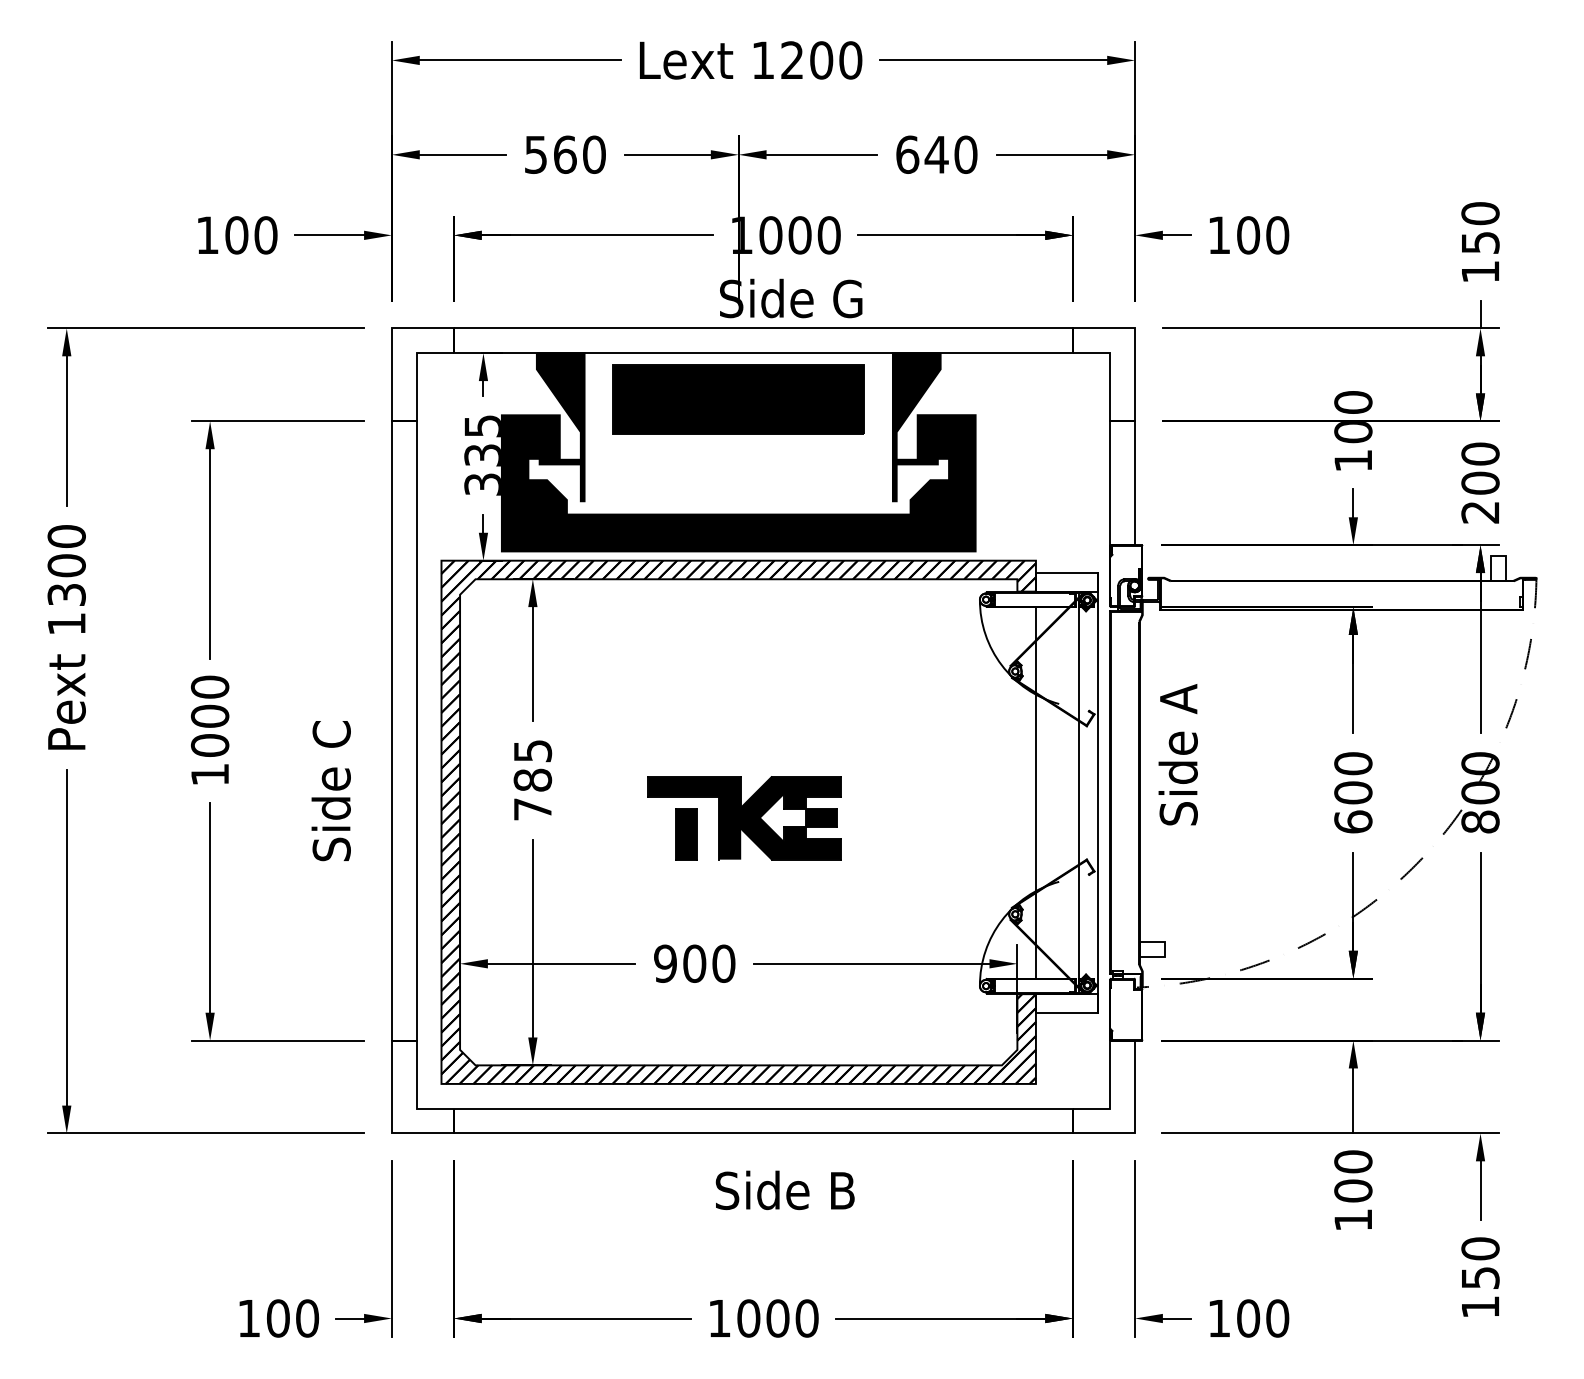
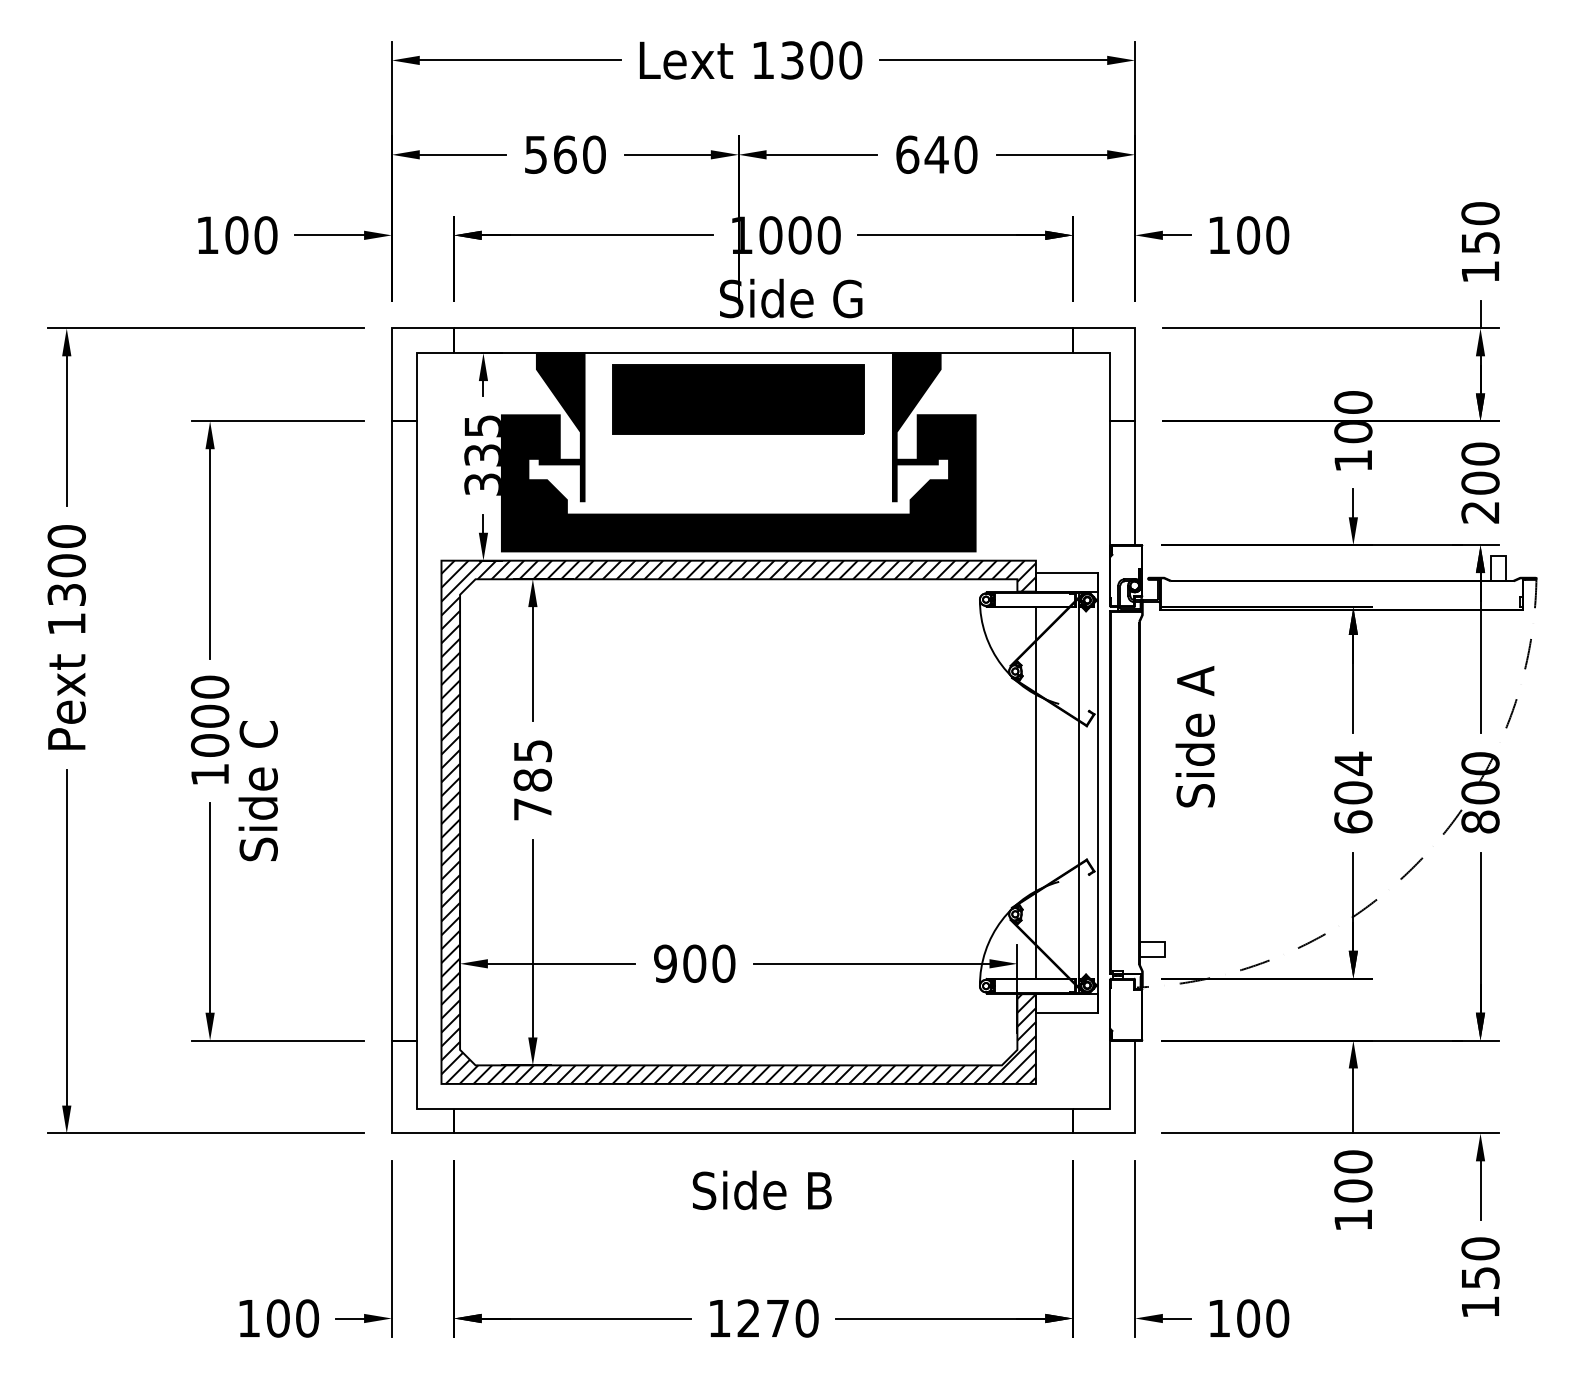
text at (792, 60): 1200 -> 1300
text at (1177, 754) position: (1177, 754) -> (1194, 736)
text at (1353, 763): 600 -> 604
text at (330, 791) position: (330, 791) -> (257, 791)
part at (744, 818): present -> none
hatch at (738, 821): present -> none
text at (784, 1190) position: (784, 1190) -> (761, 1190)
text at (763, 1318): 1000 -> 1270
